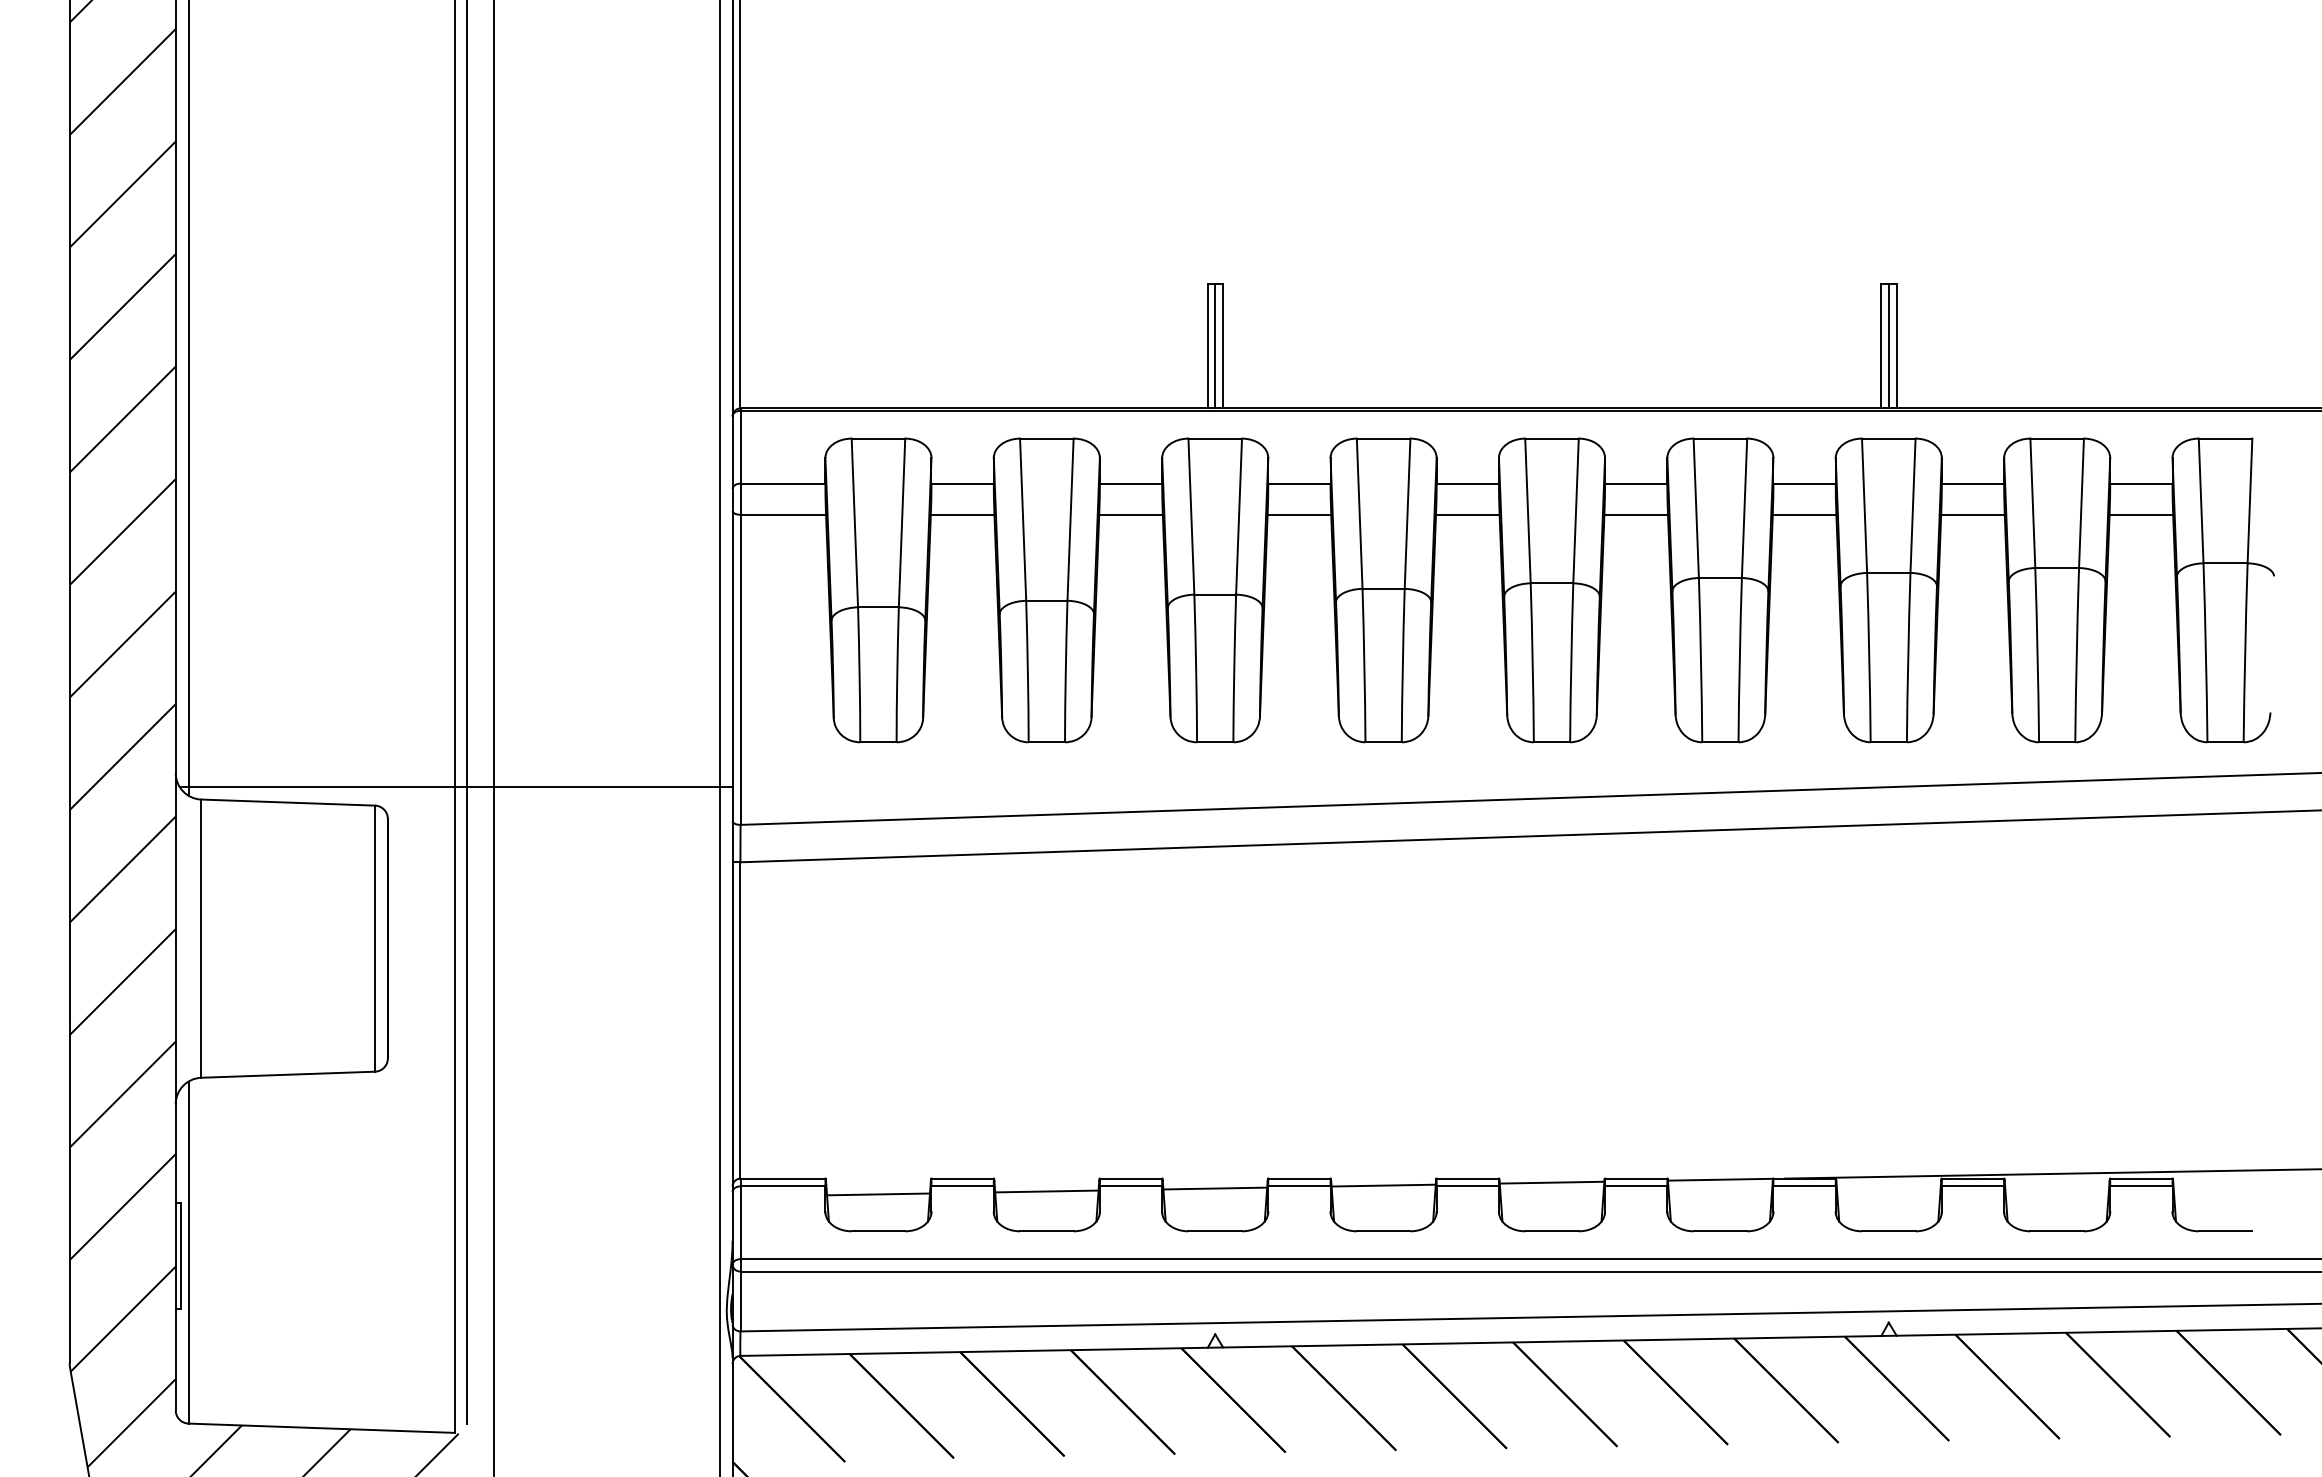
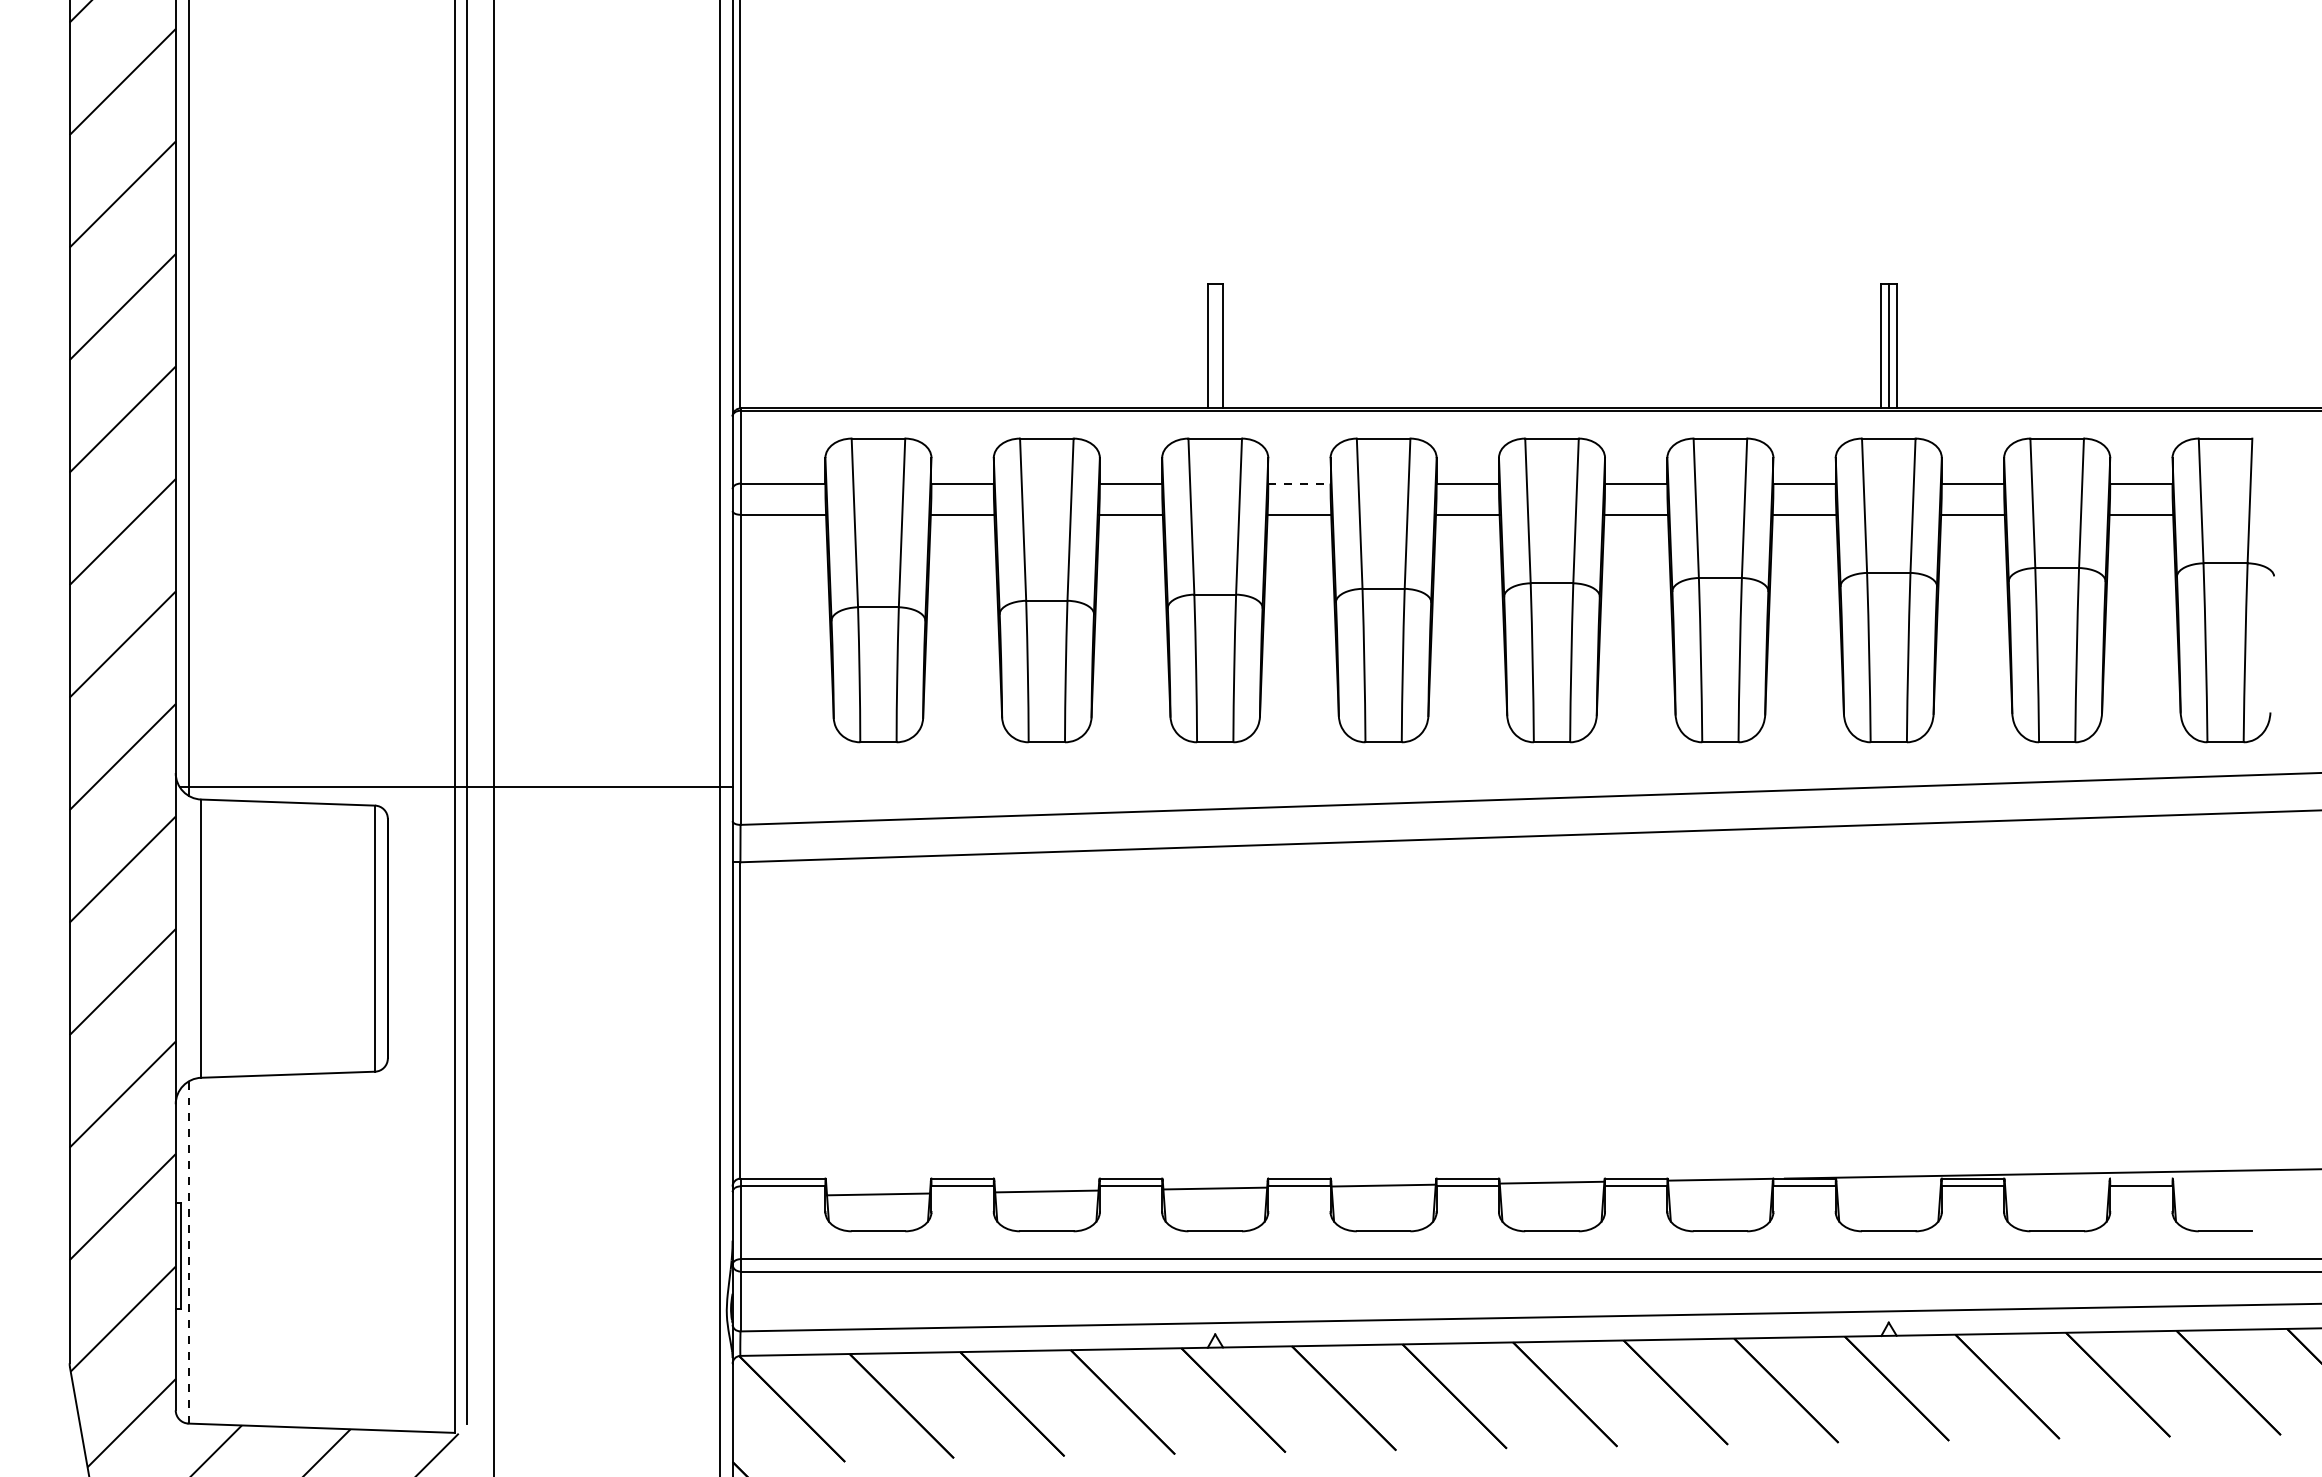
line at (1215, 345): present -> none
line at (1299, 483): solid -> dashed
line at (2140, 1178): present -> none
line at (188, 1253): solid -> dashed
